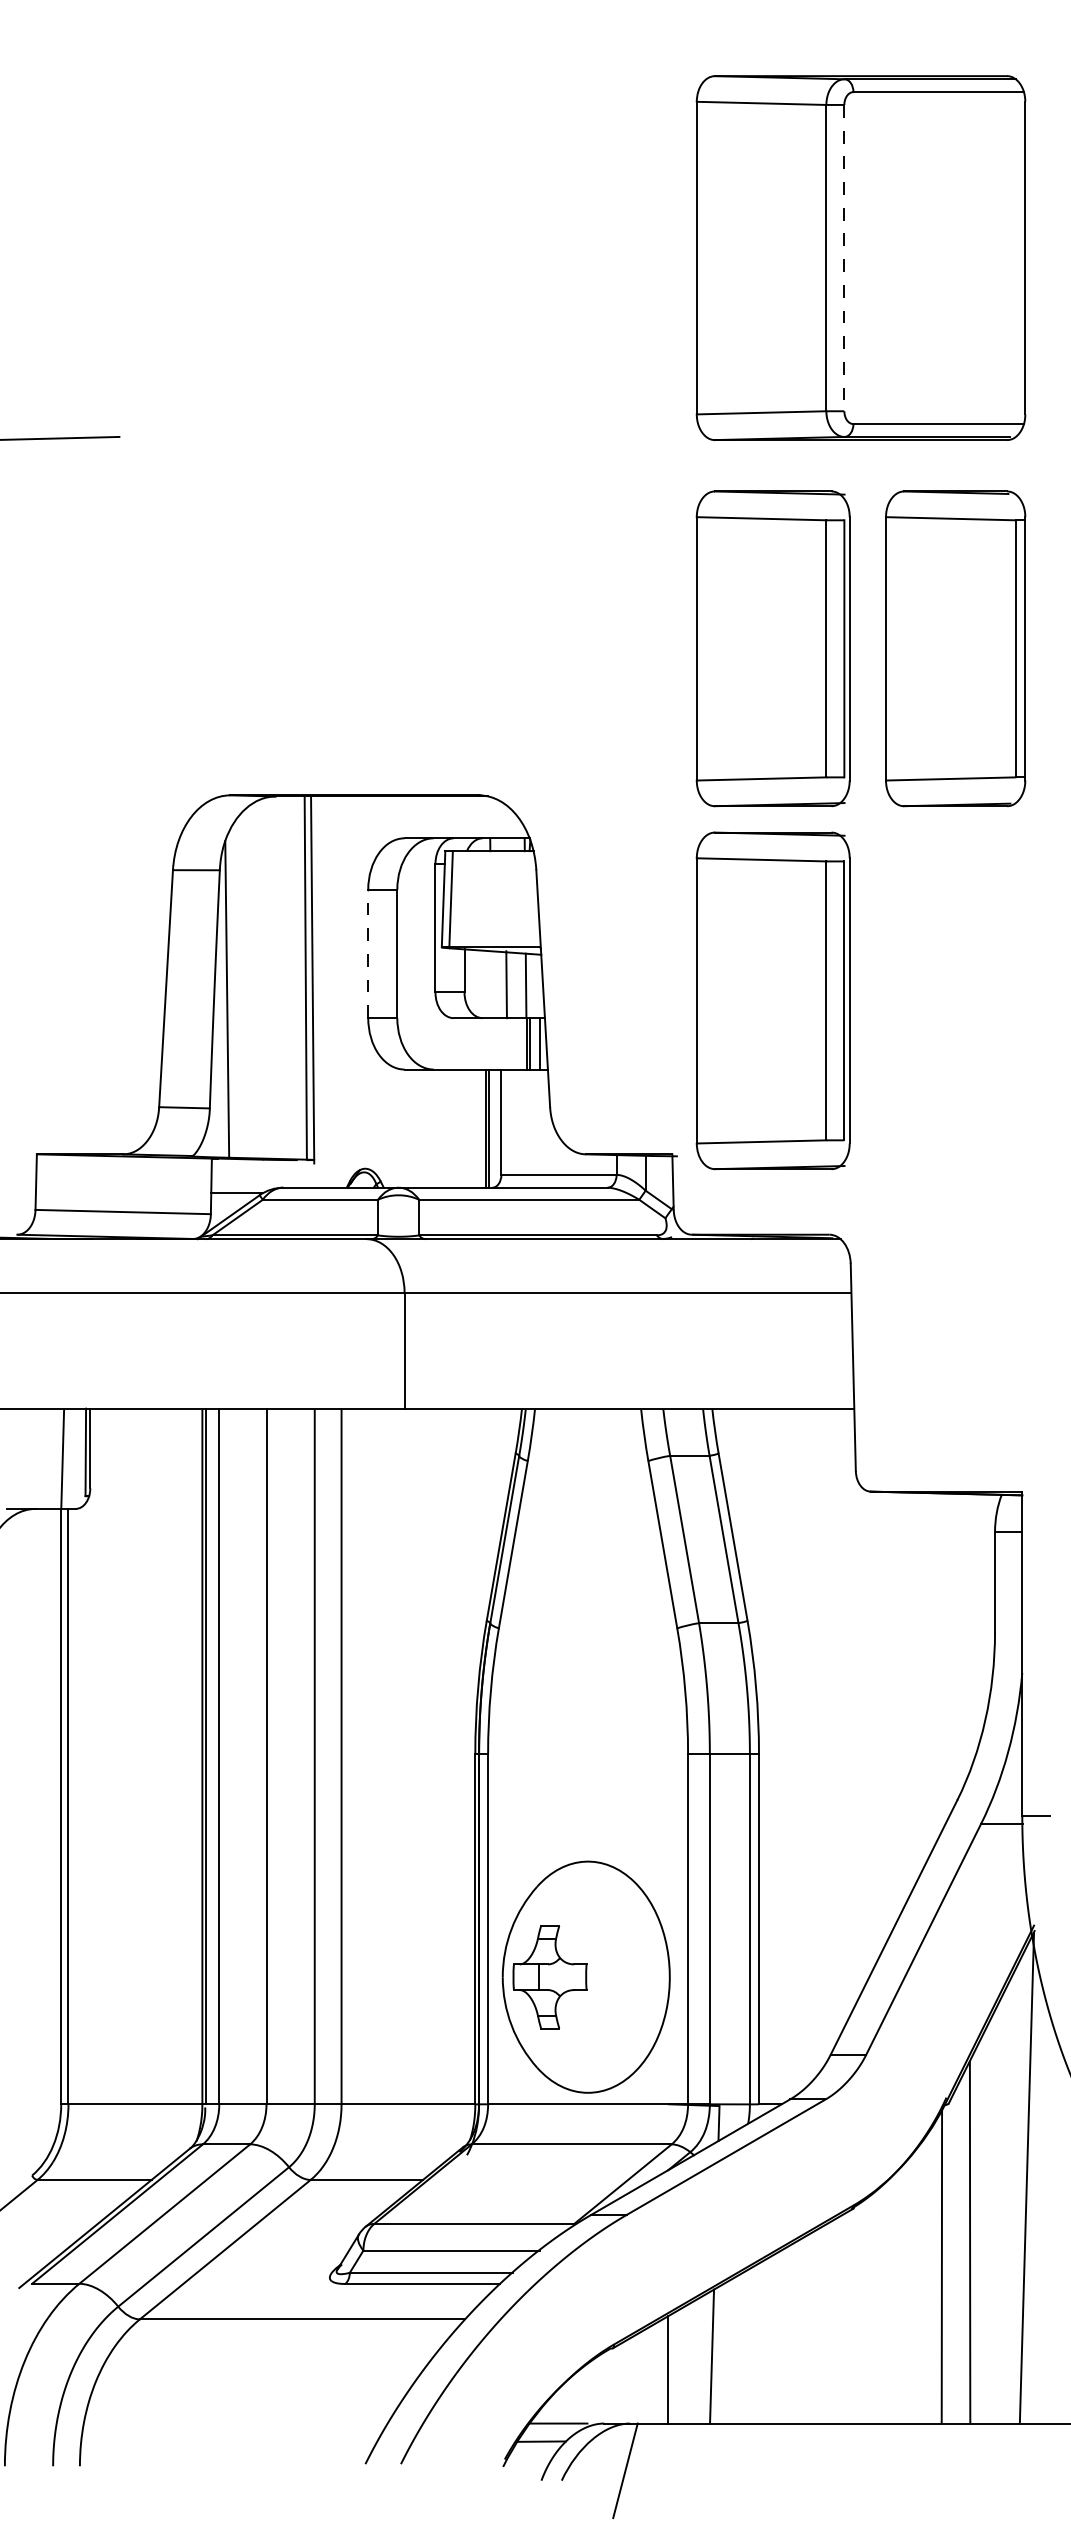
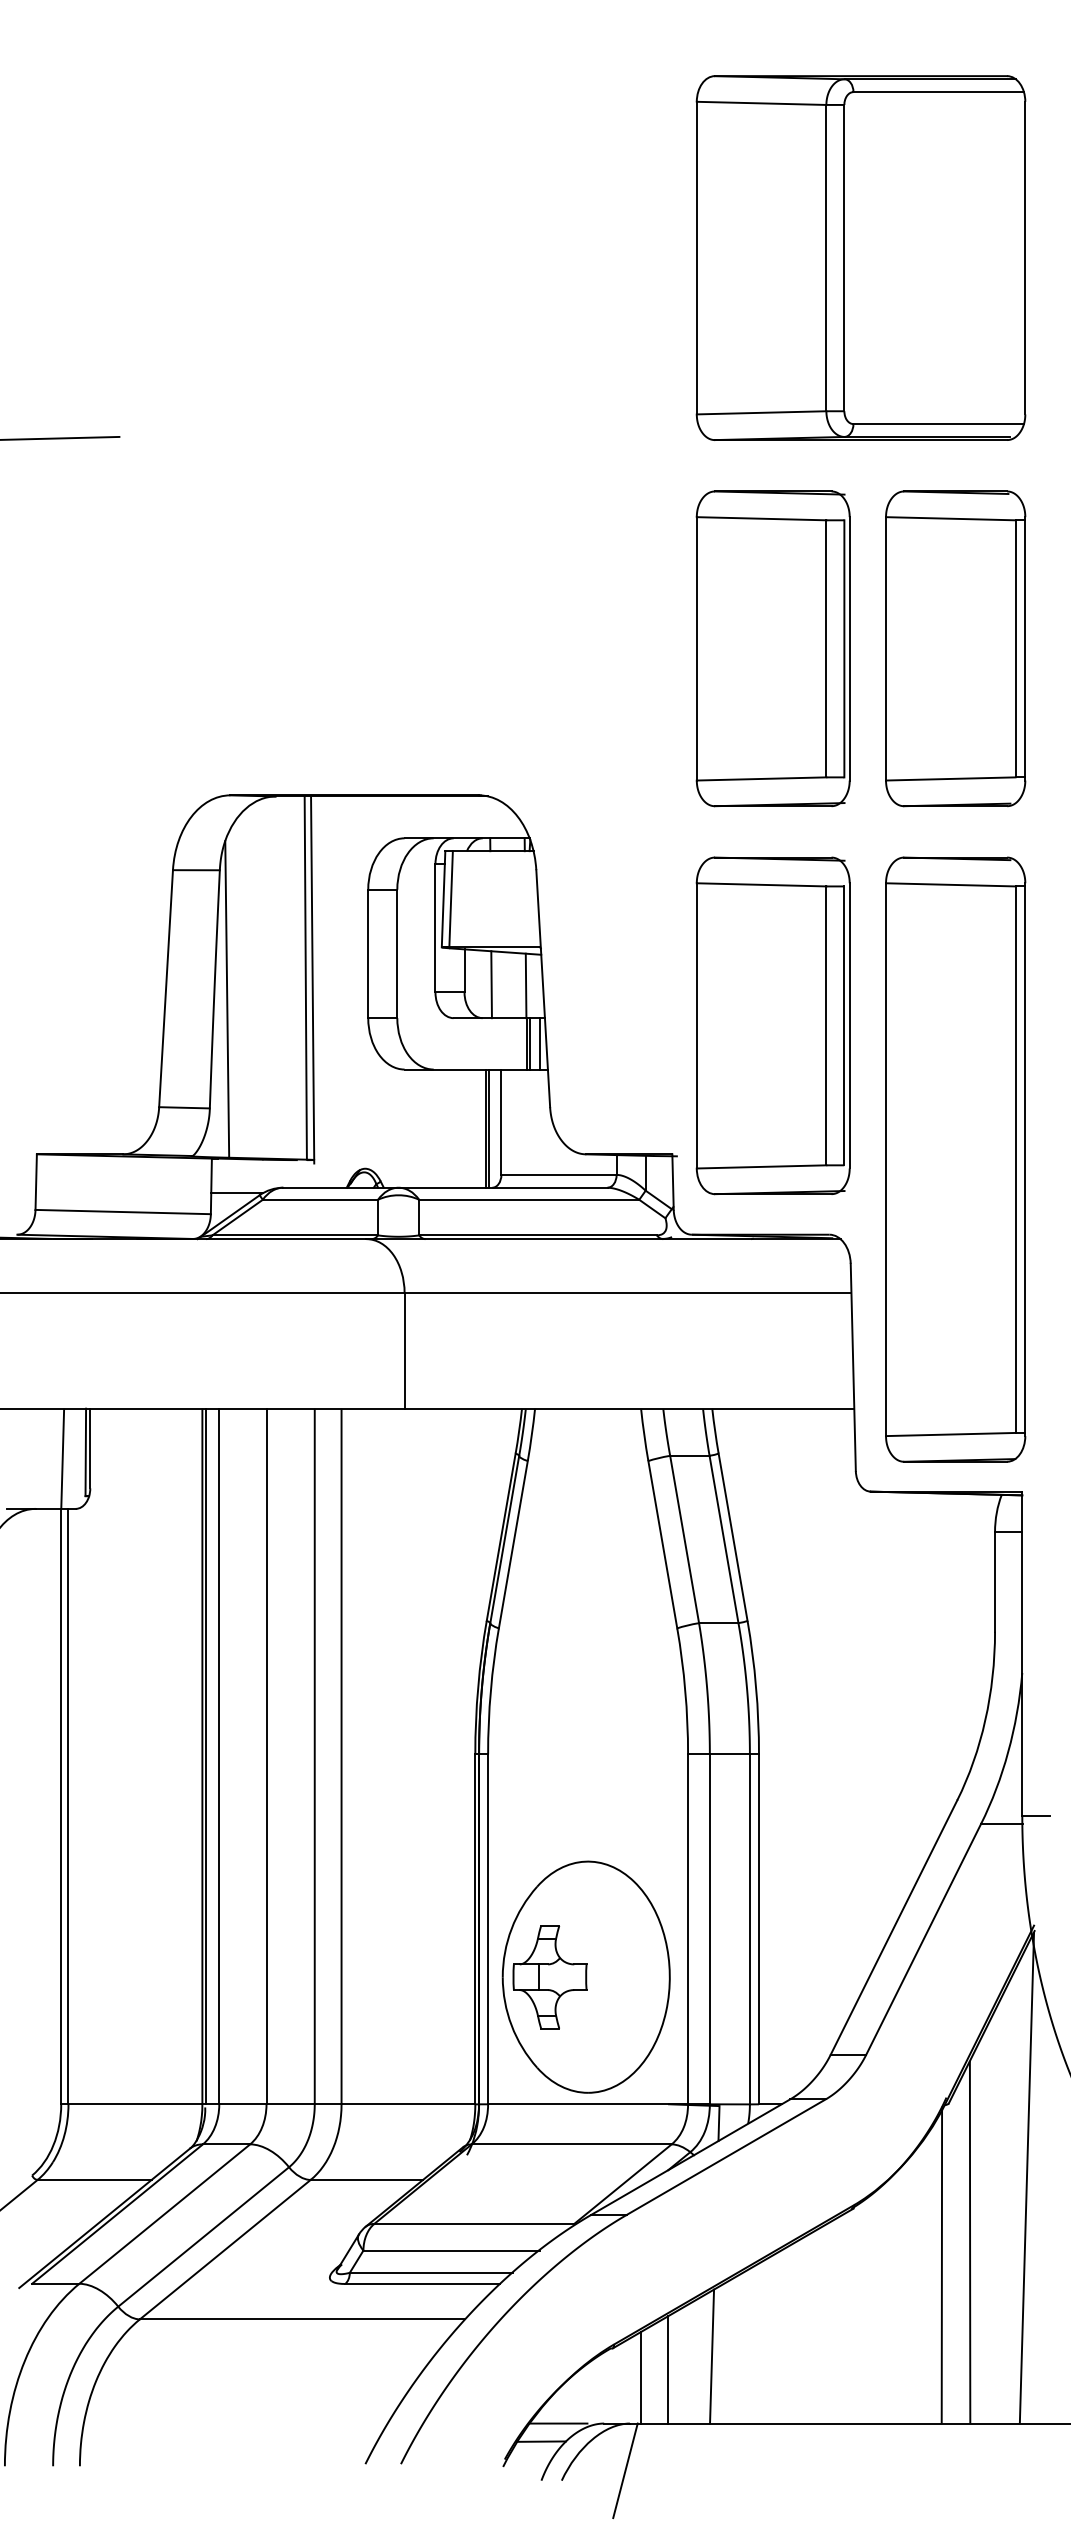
line at (844, 258): dashed -> solid
line at (368, 953): dashed -> solid
line at (506, 984) position: (506, 984) -> (491, 984)
part at (772, 1000) position: (772, 1000) -> (772, 1025)
part at (955, 1159): none -> present
line at (640, 2377): none -> present
